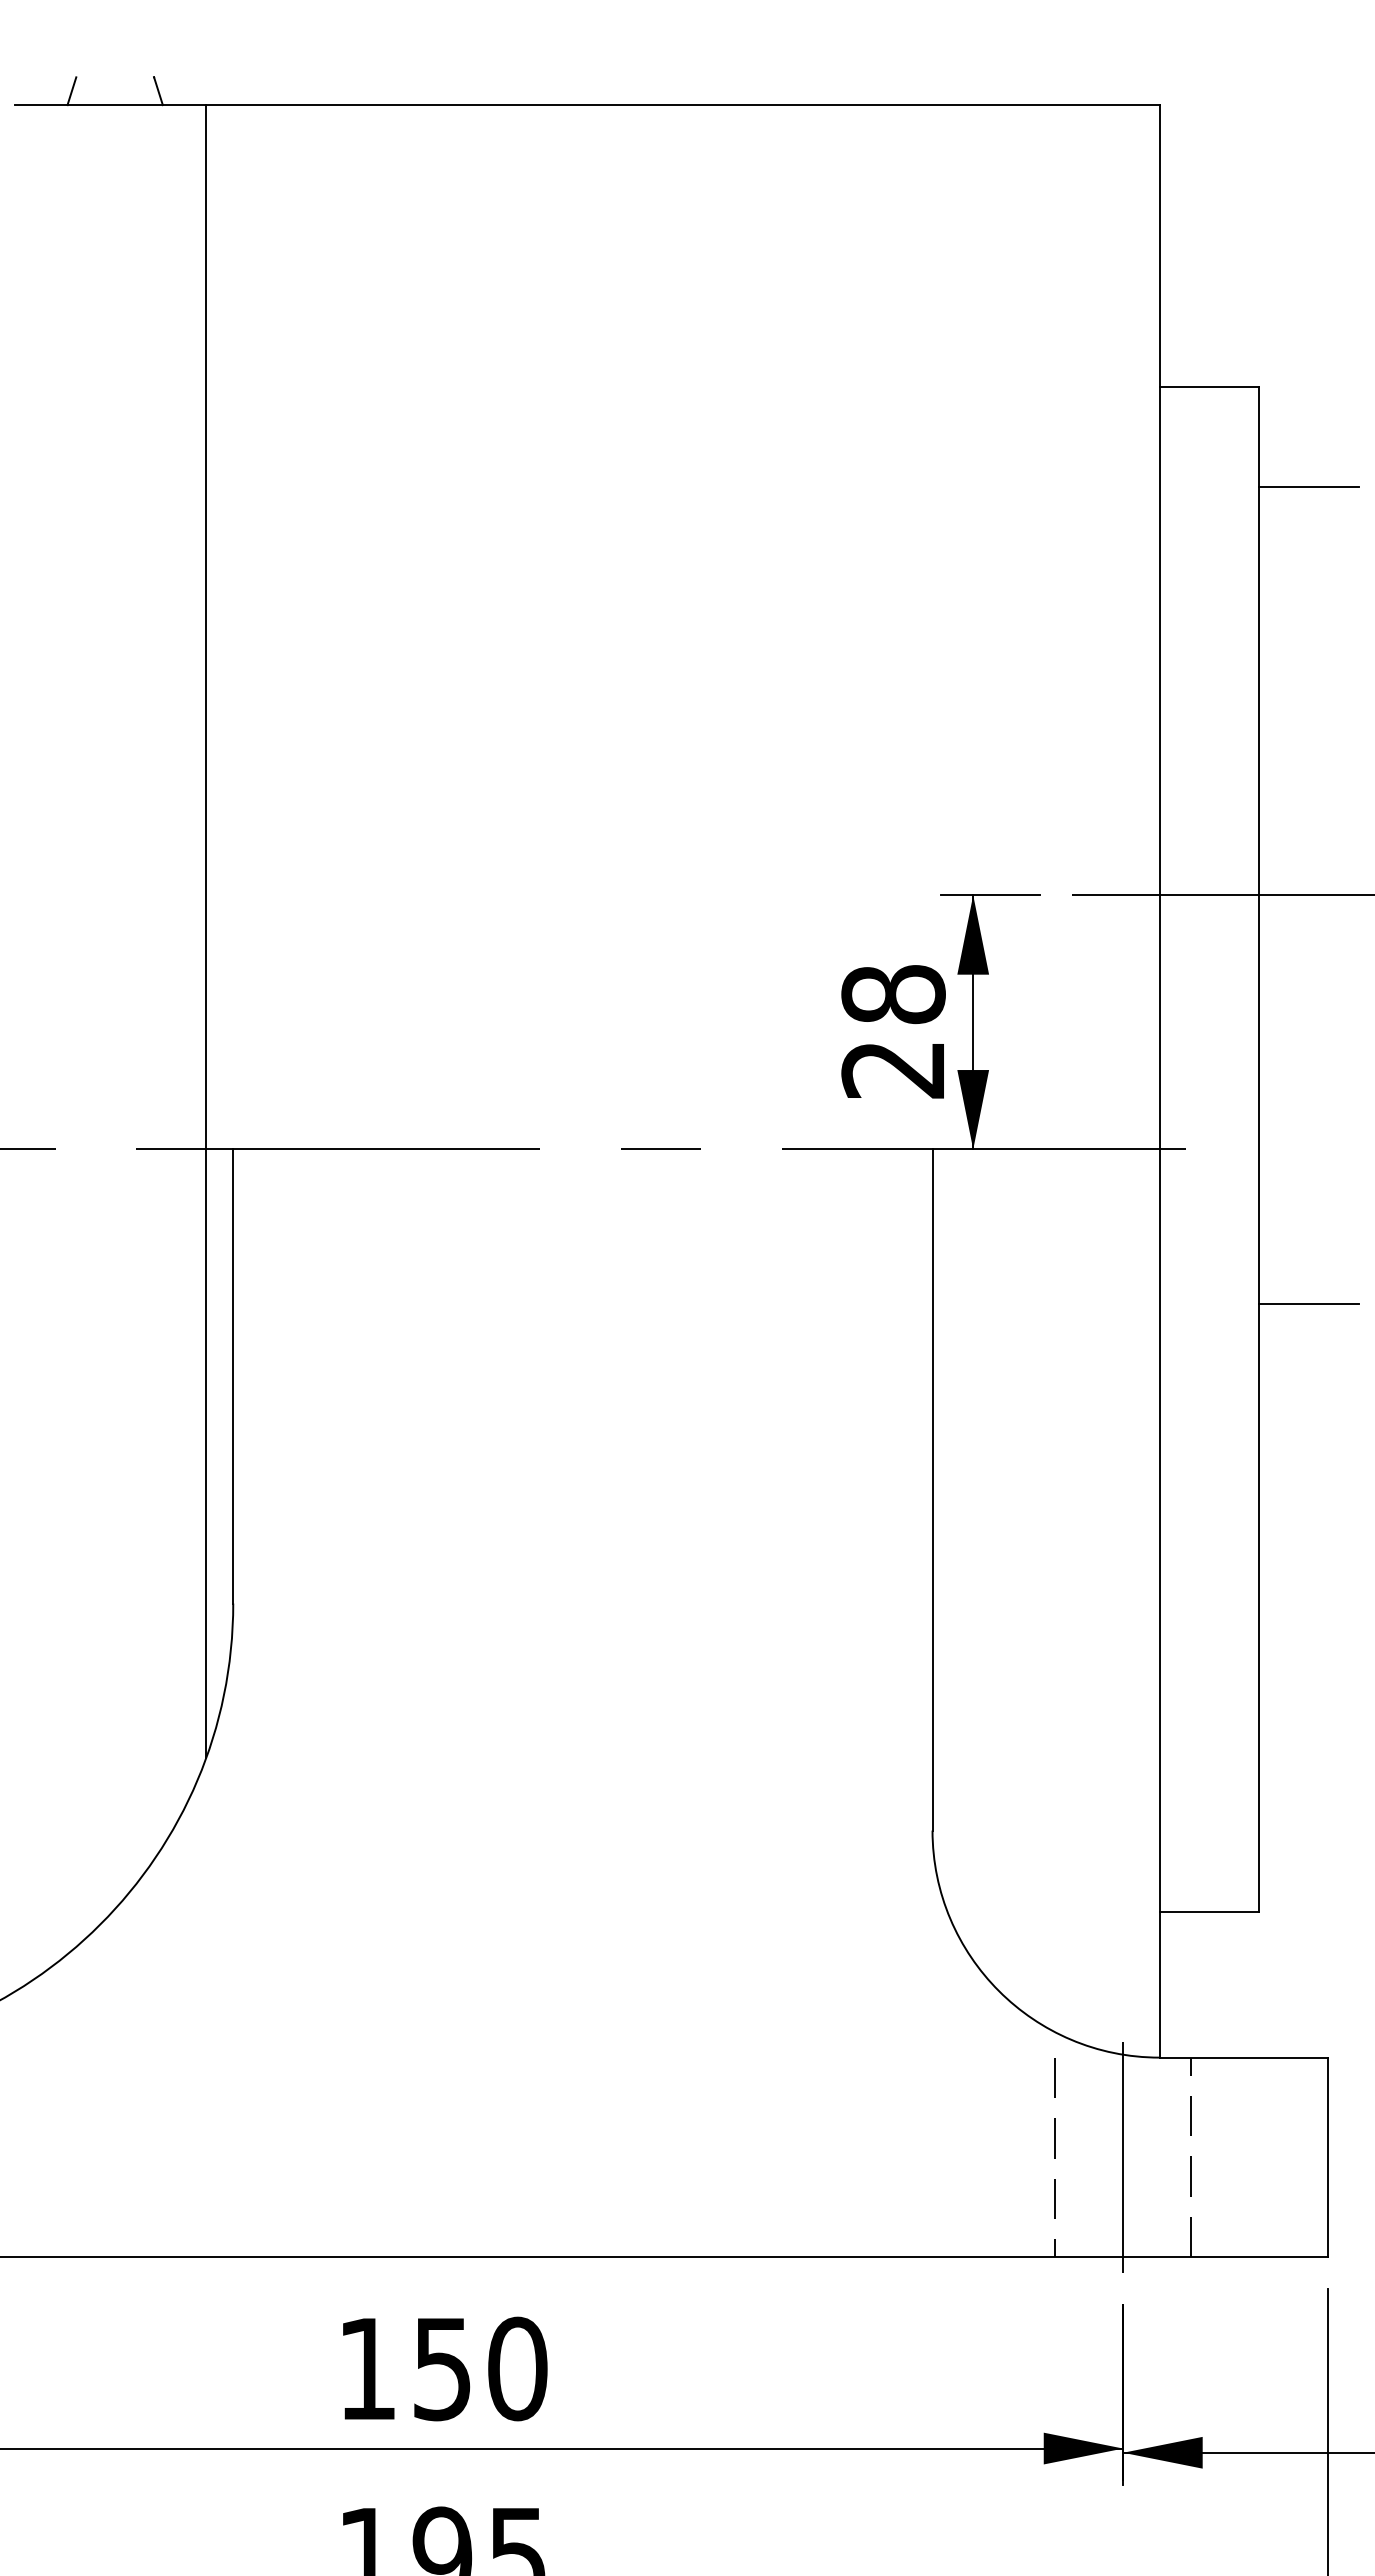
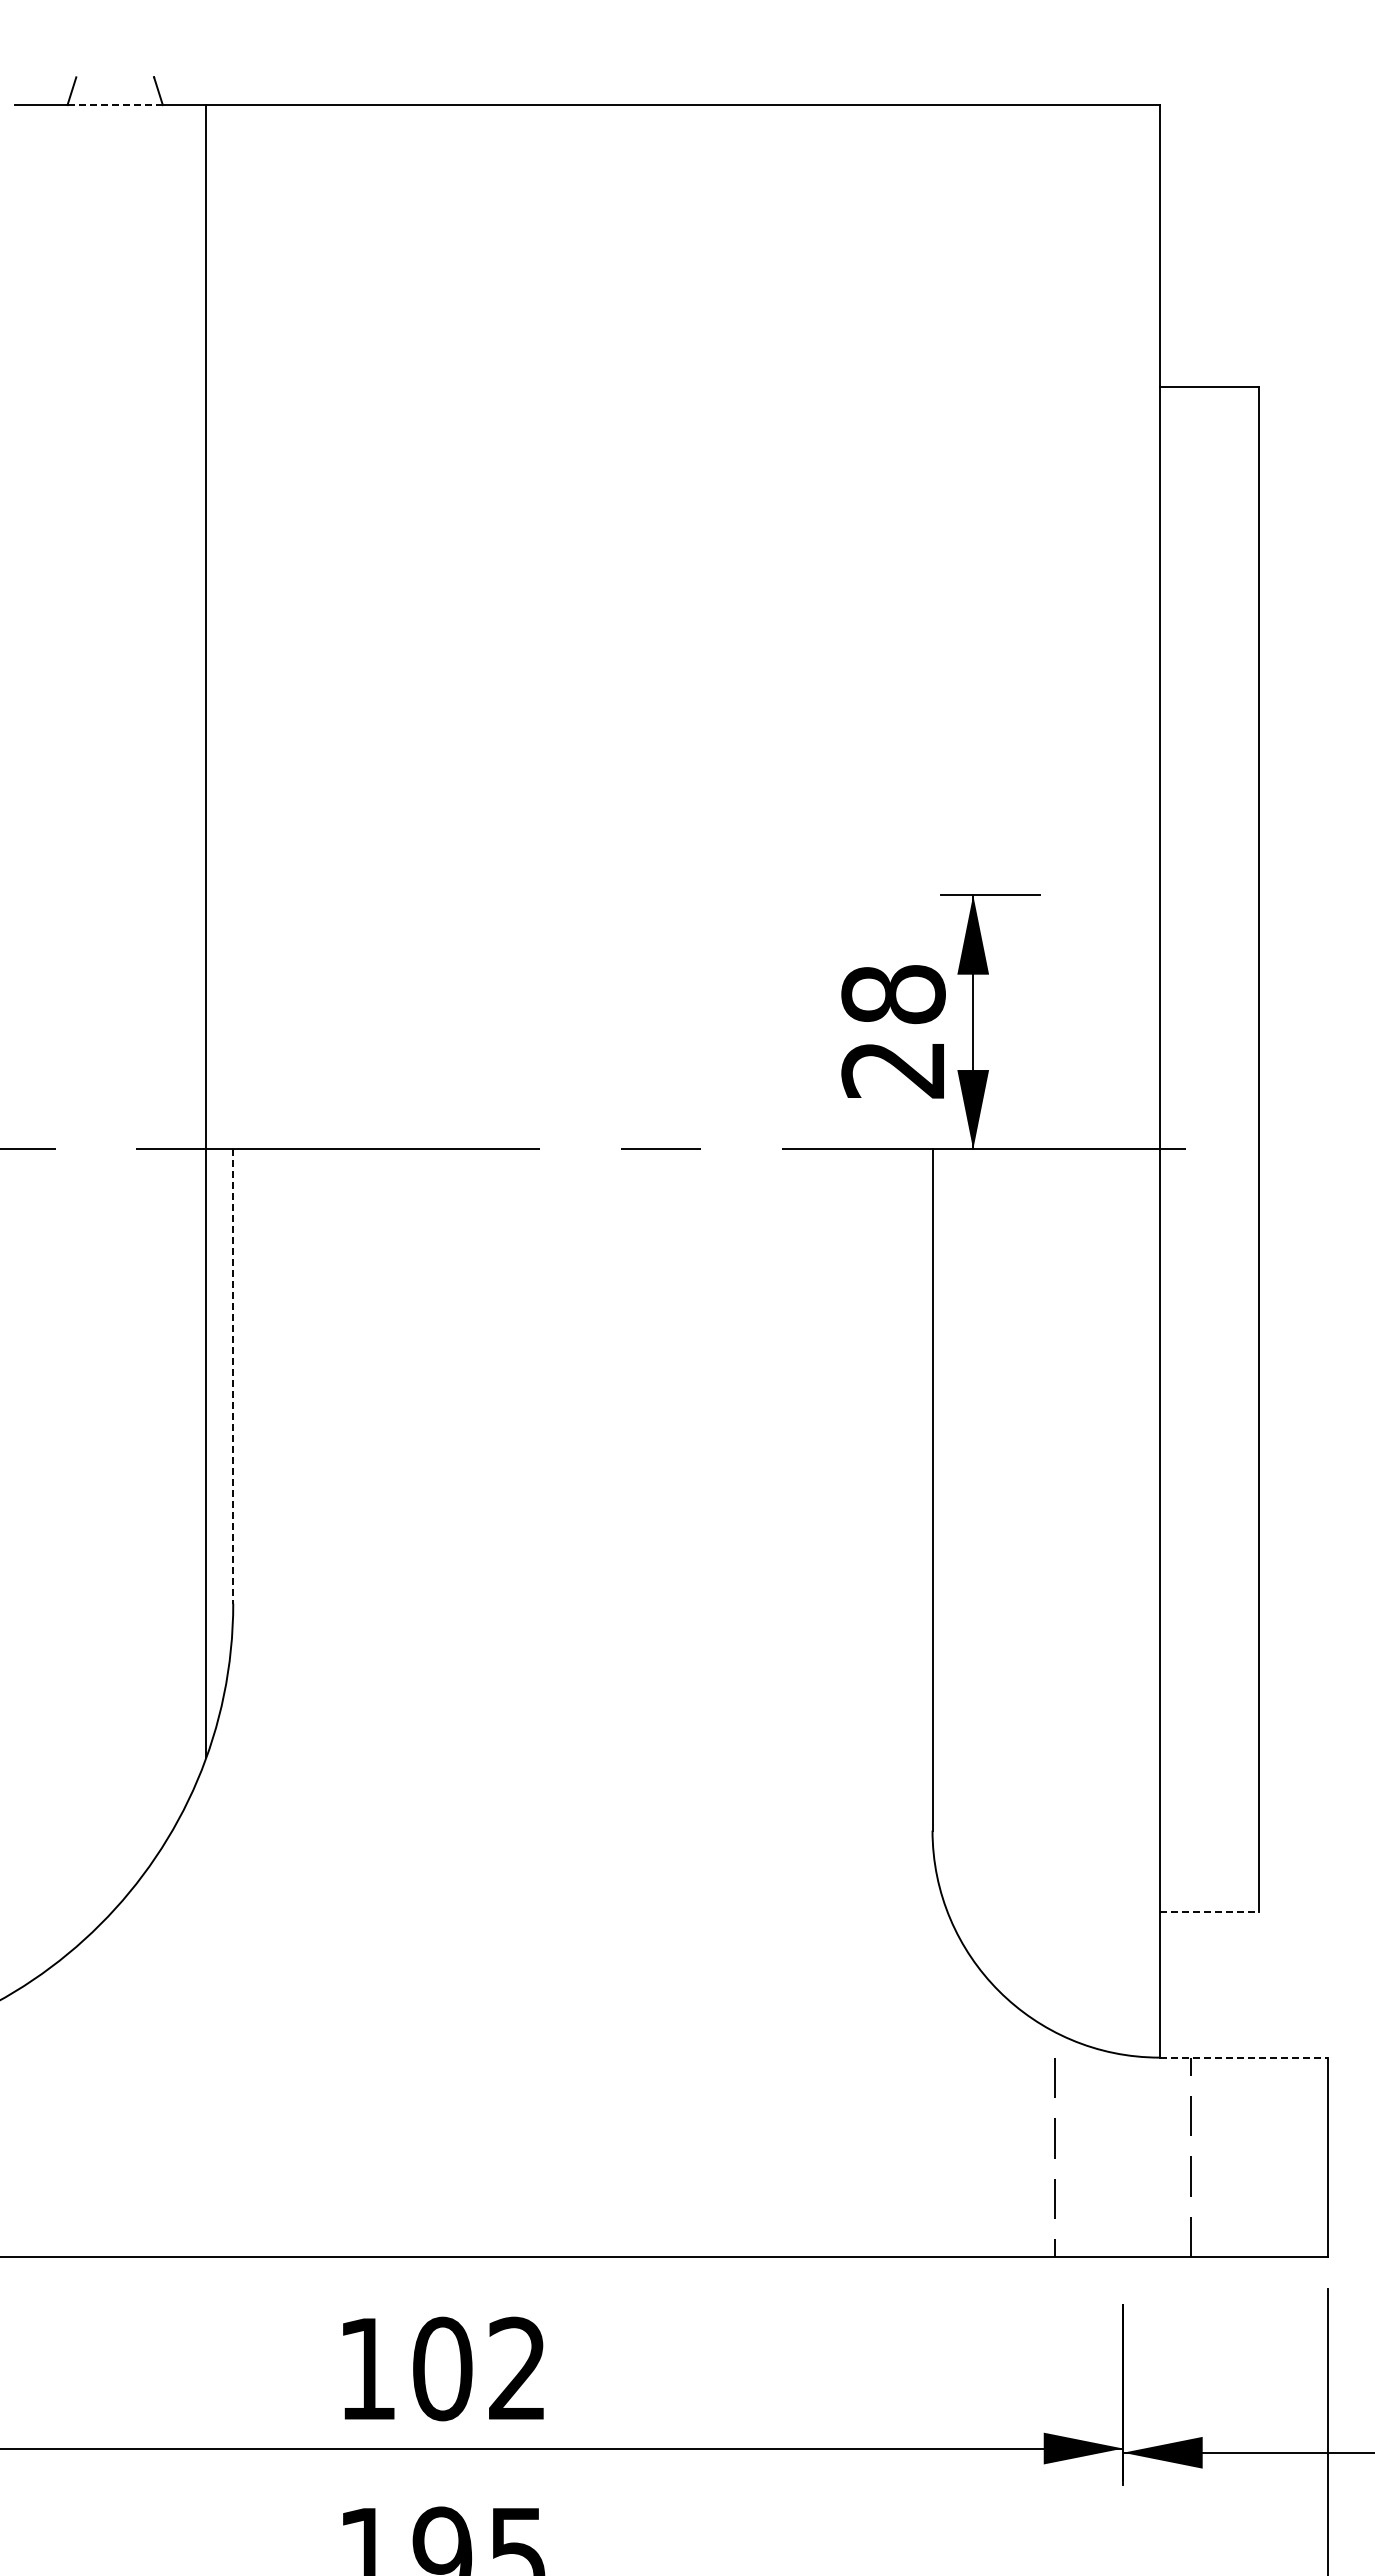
line at (115, 105): solid -> dashed
line at (1309, 486): present -> none
line at (1221, 895): present -> none
line at (1309, 1303): present -> none
line at (233, 1377): solid -> dashed
line at (1209, 1912): solid -> dashed
line at (1244, 2057): solid -> dashed
line at (1123, 2157): present -> none
text at (480, 2368): 150 -> 102
